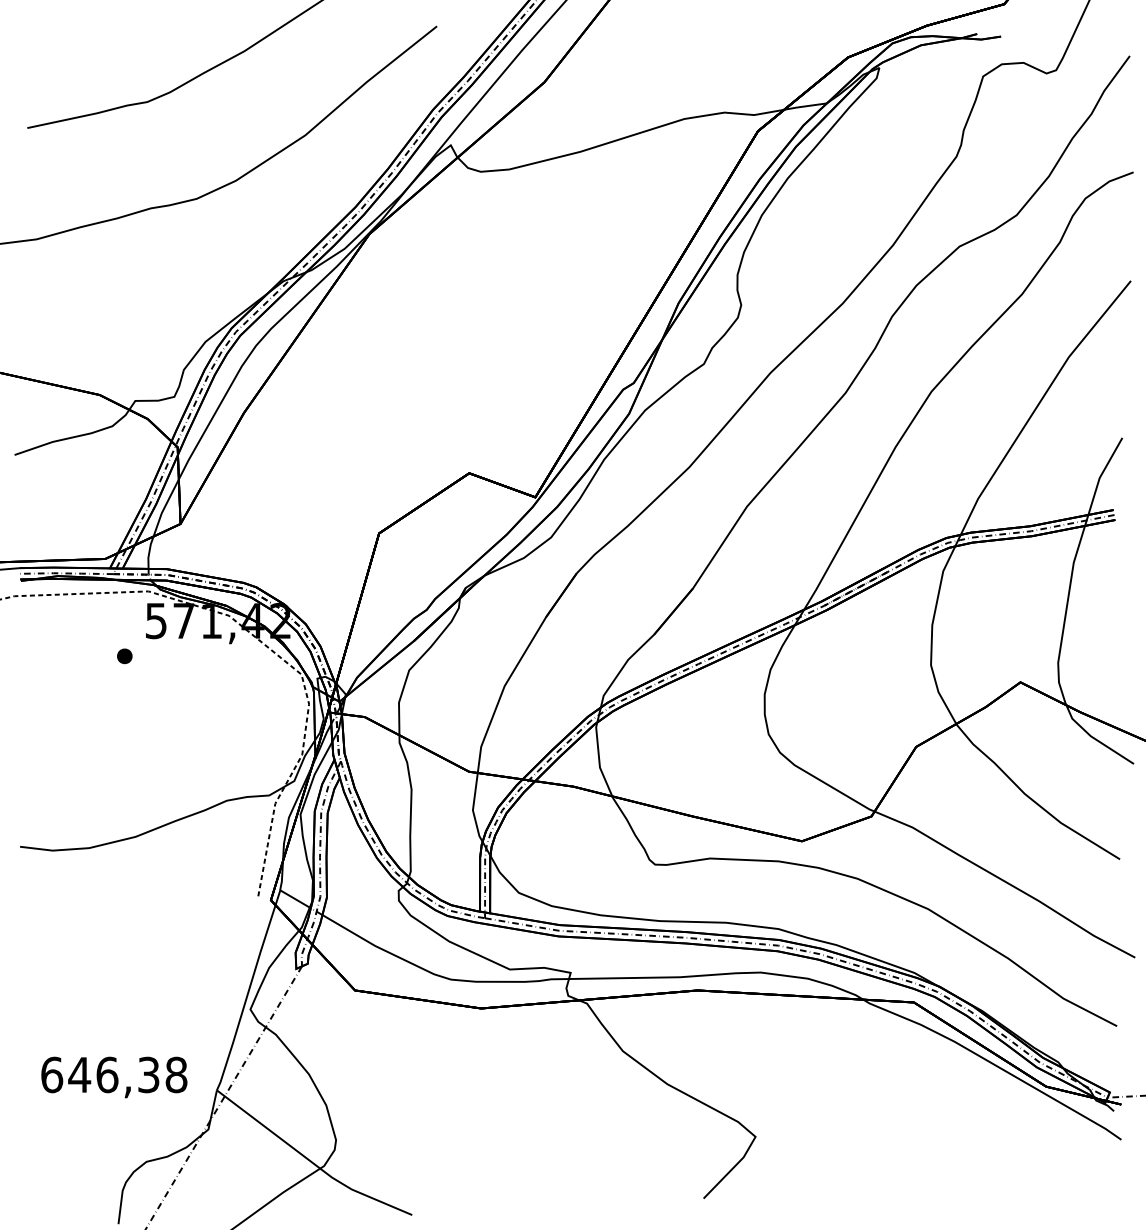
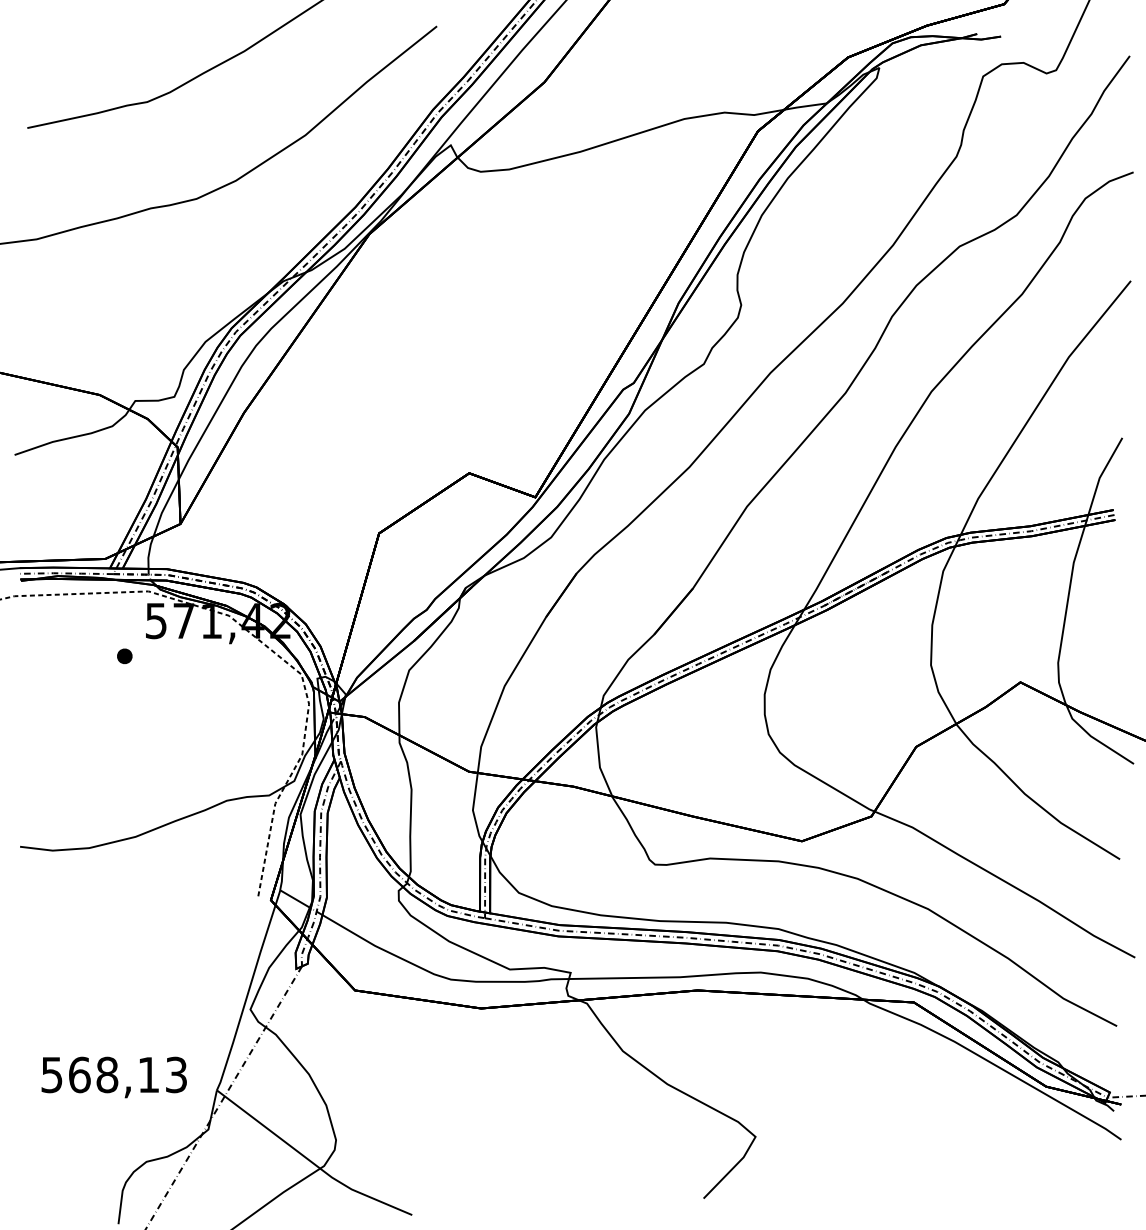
text at (114, 1074): 646,38 -> 568,13
